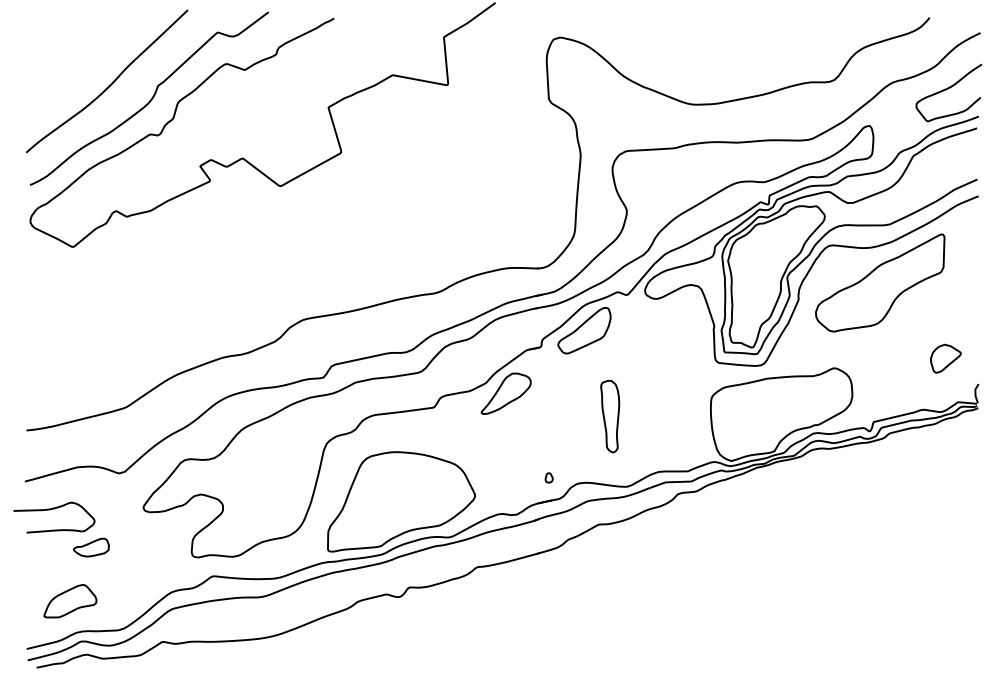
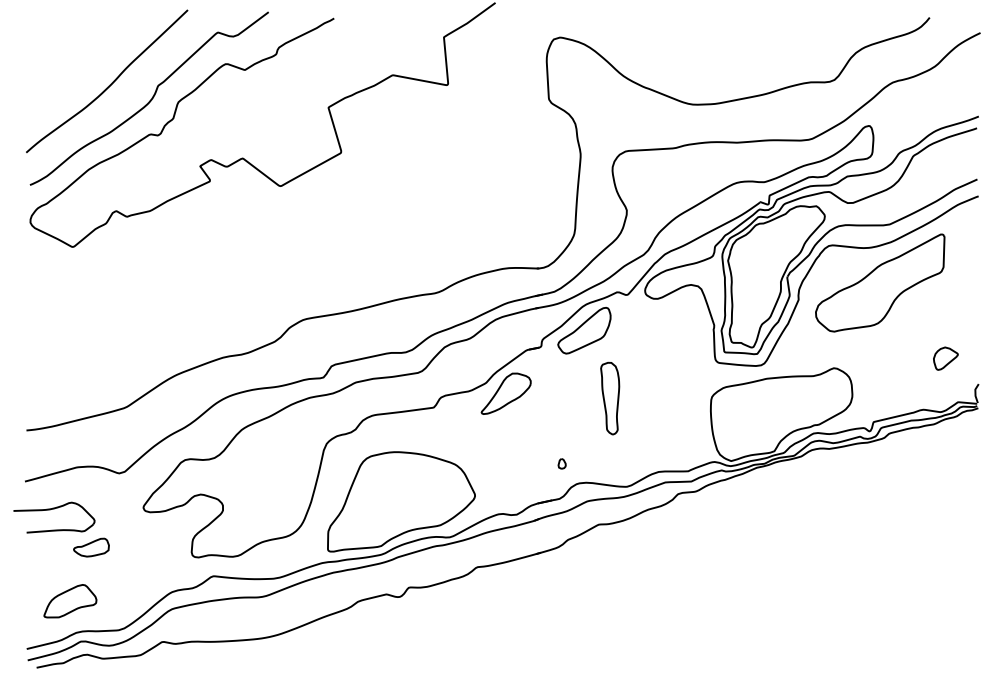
curve at (946, 90): present -> none
part at (945, 358) size: 32x31 px -> 26x25 px
part at (610, 416) position: (610, 416) -> (610, 398)
part at (548, 477) position: (548, 477) -> (561, 463)
